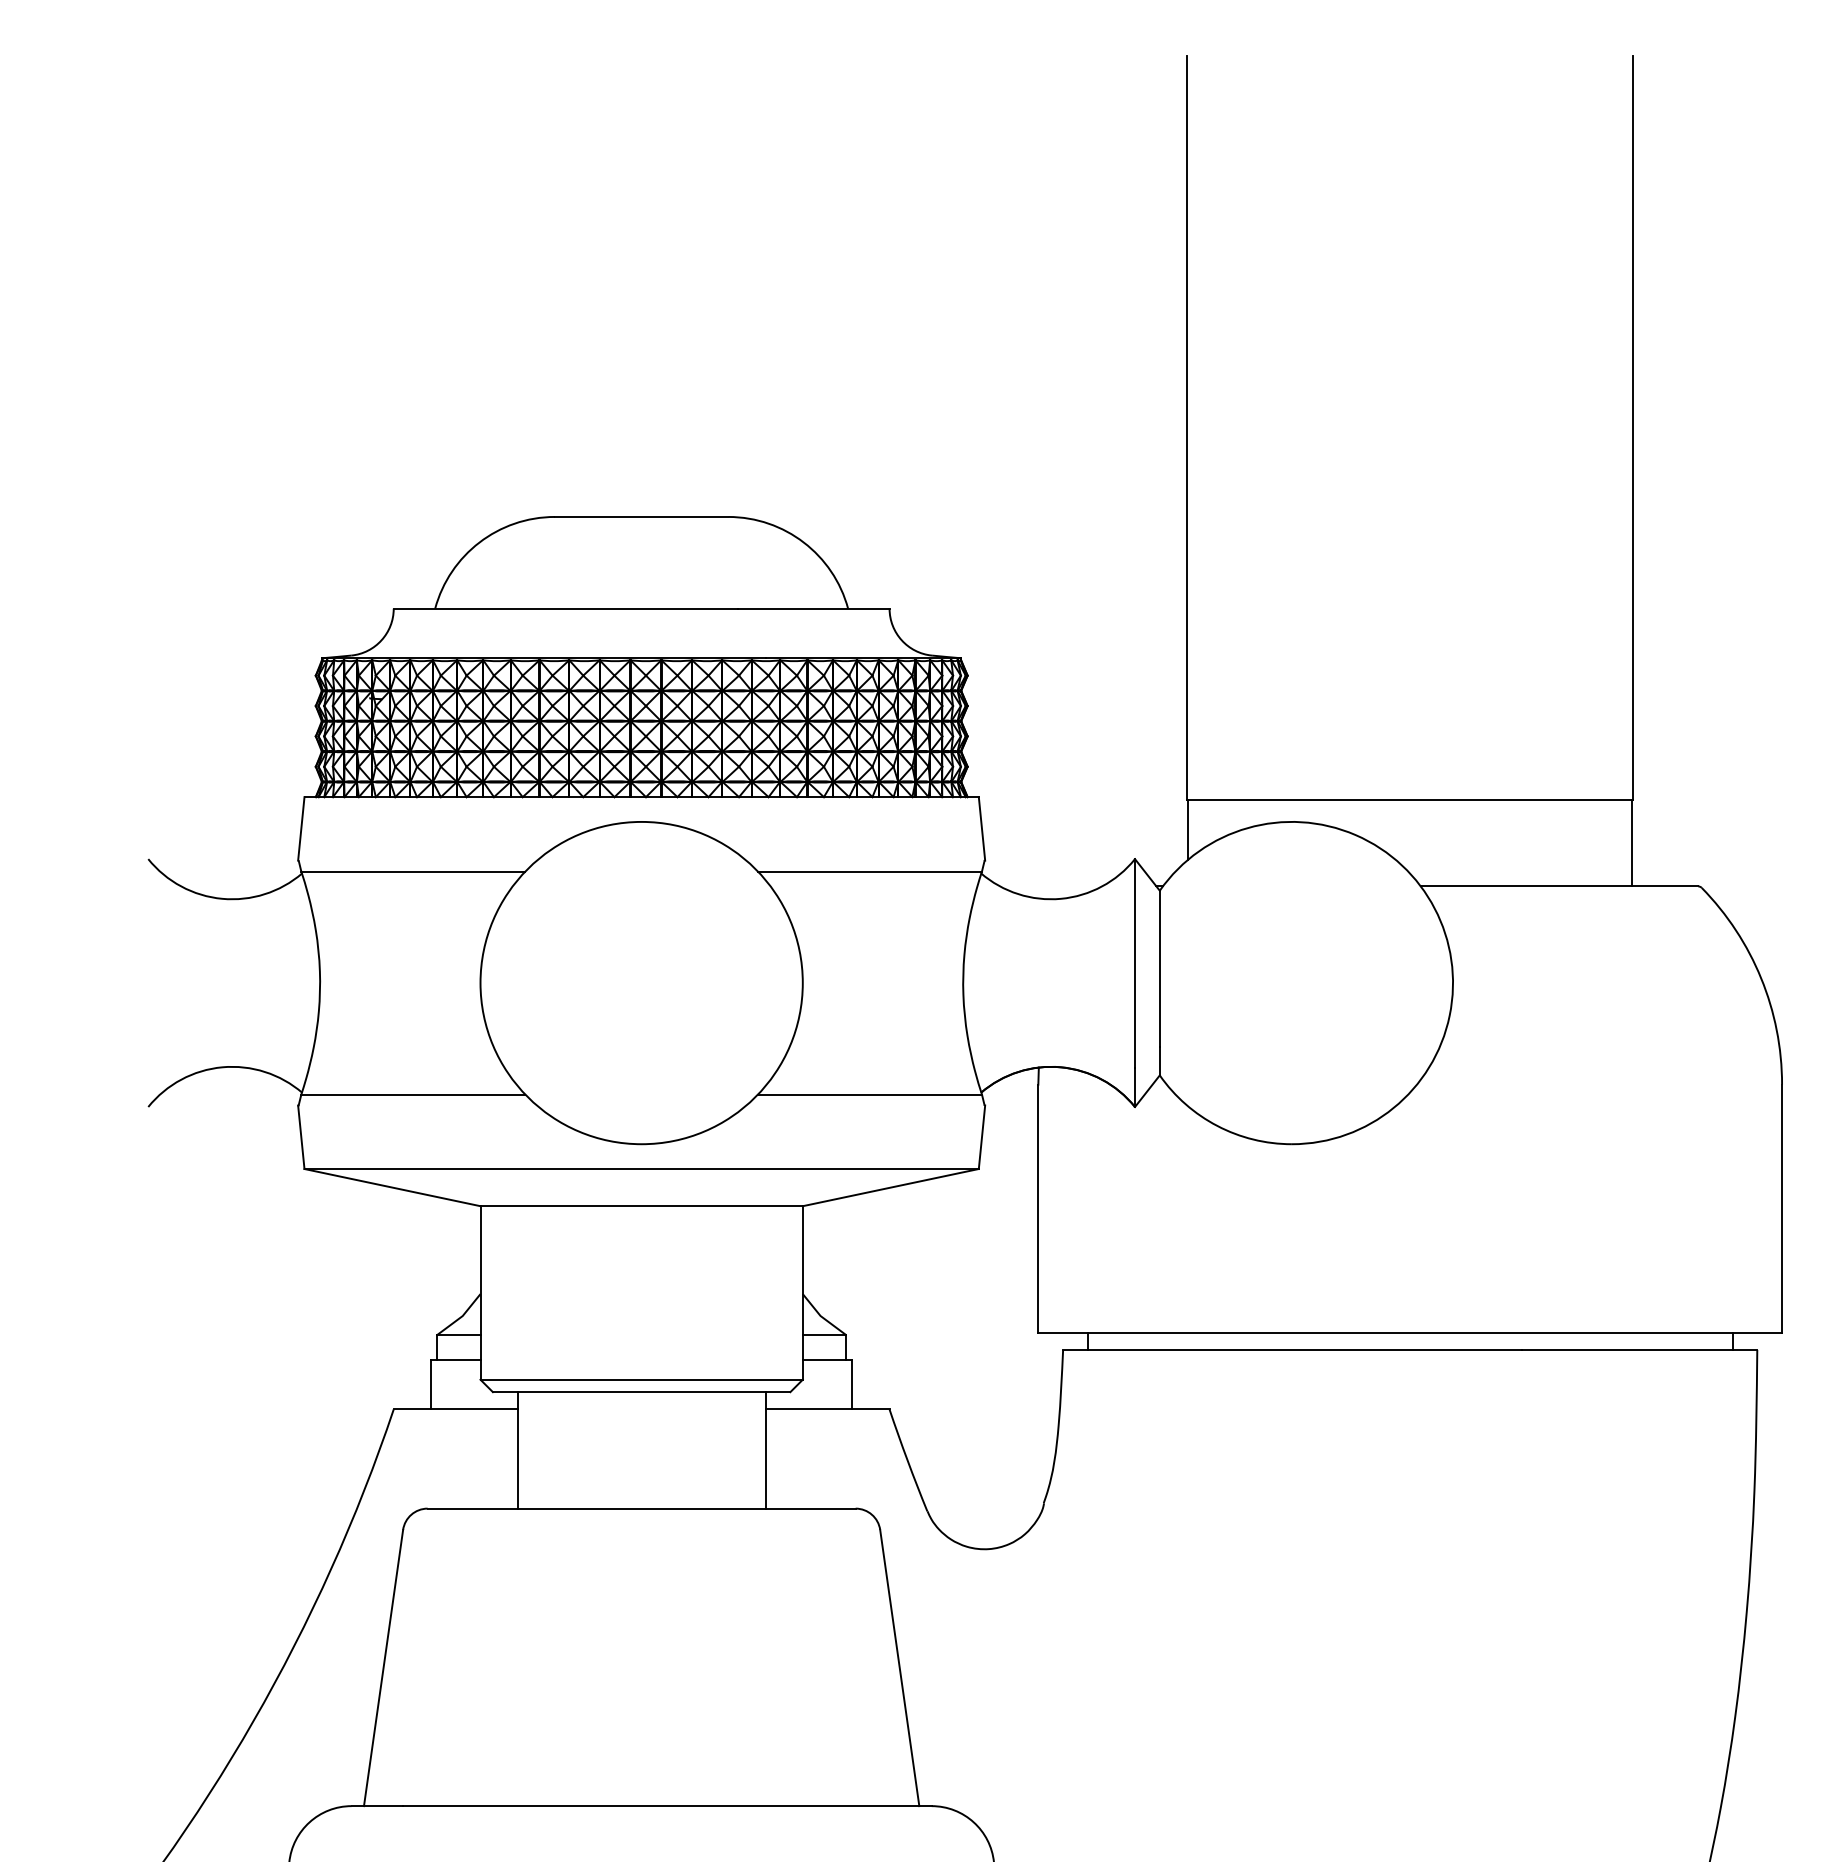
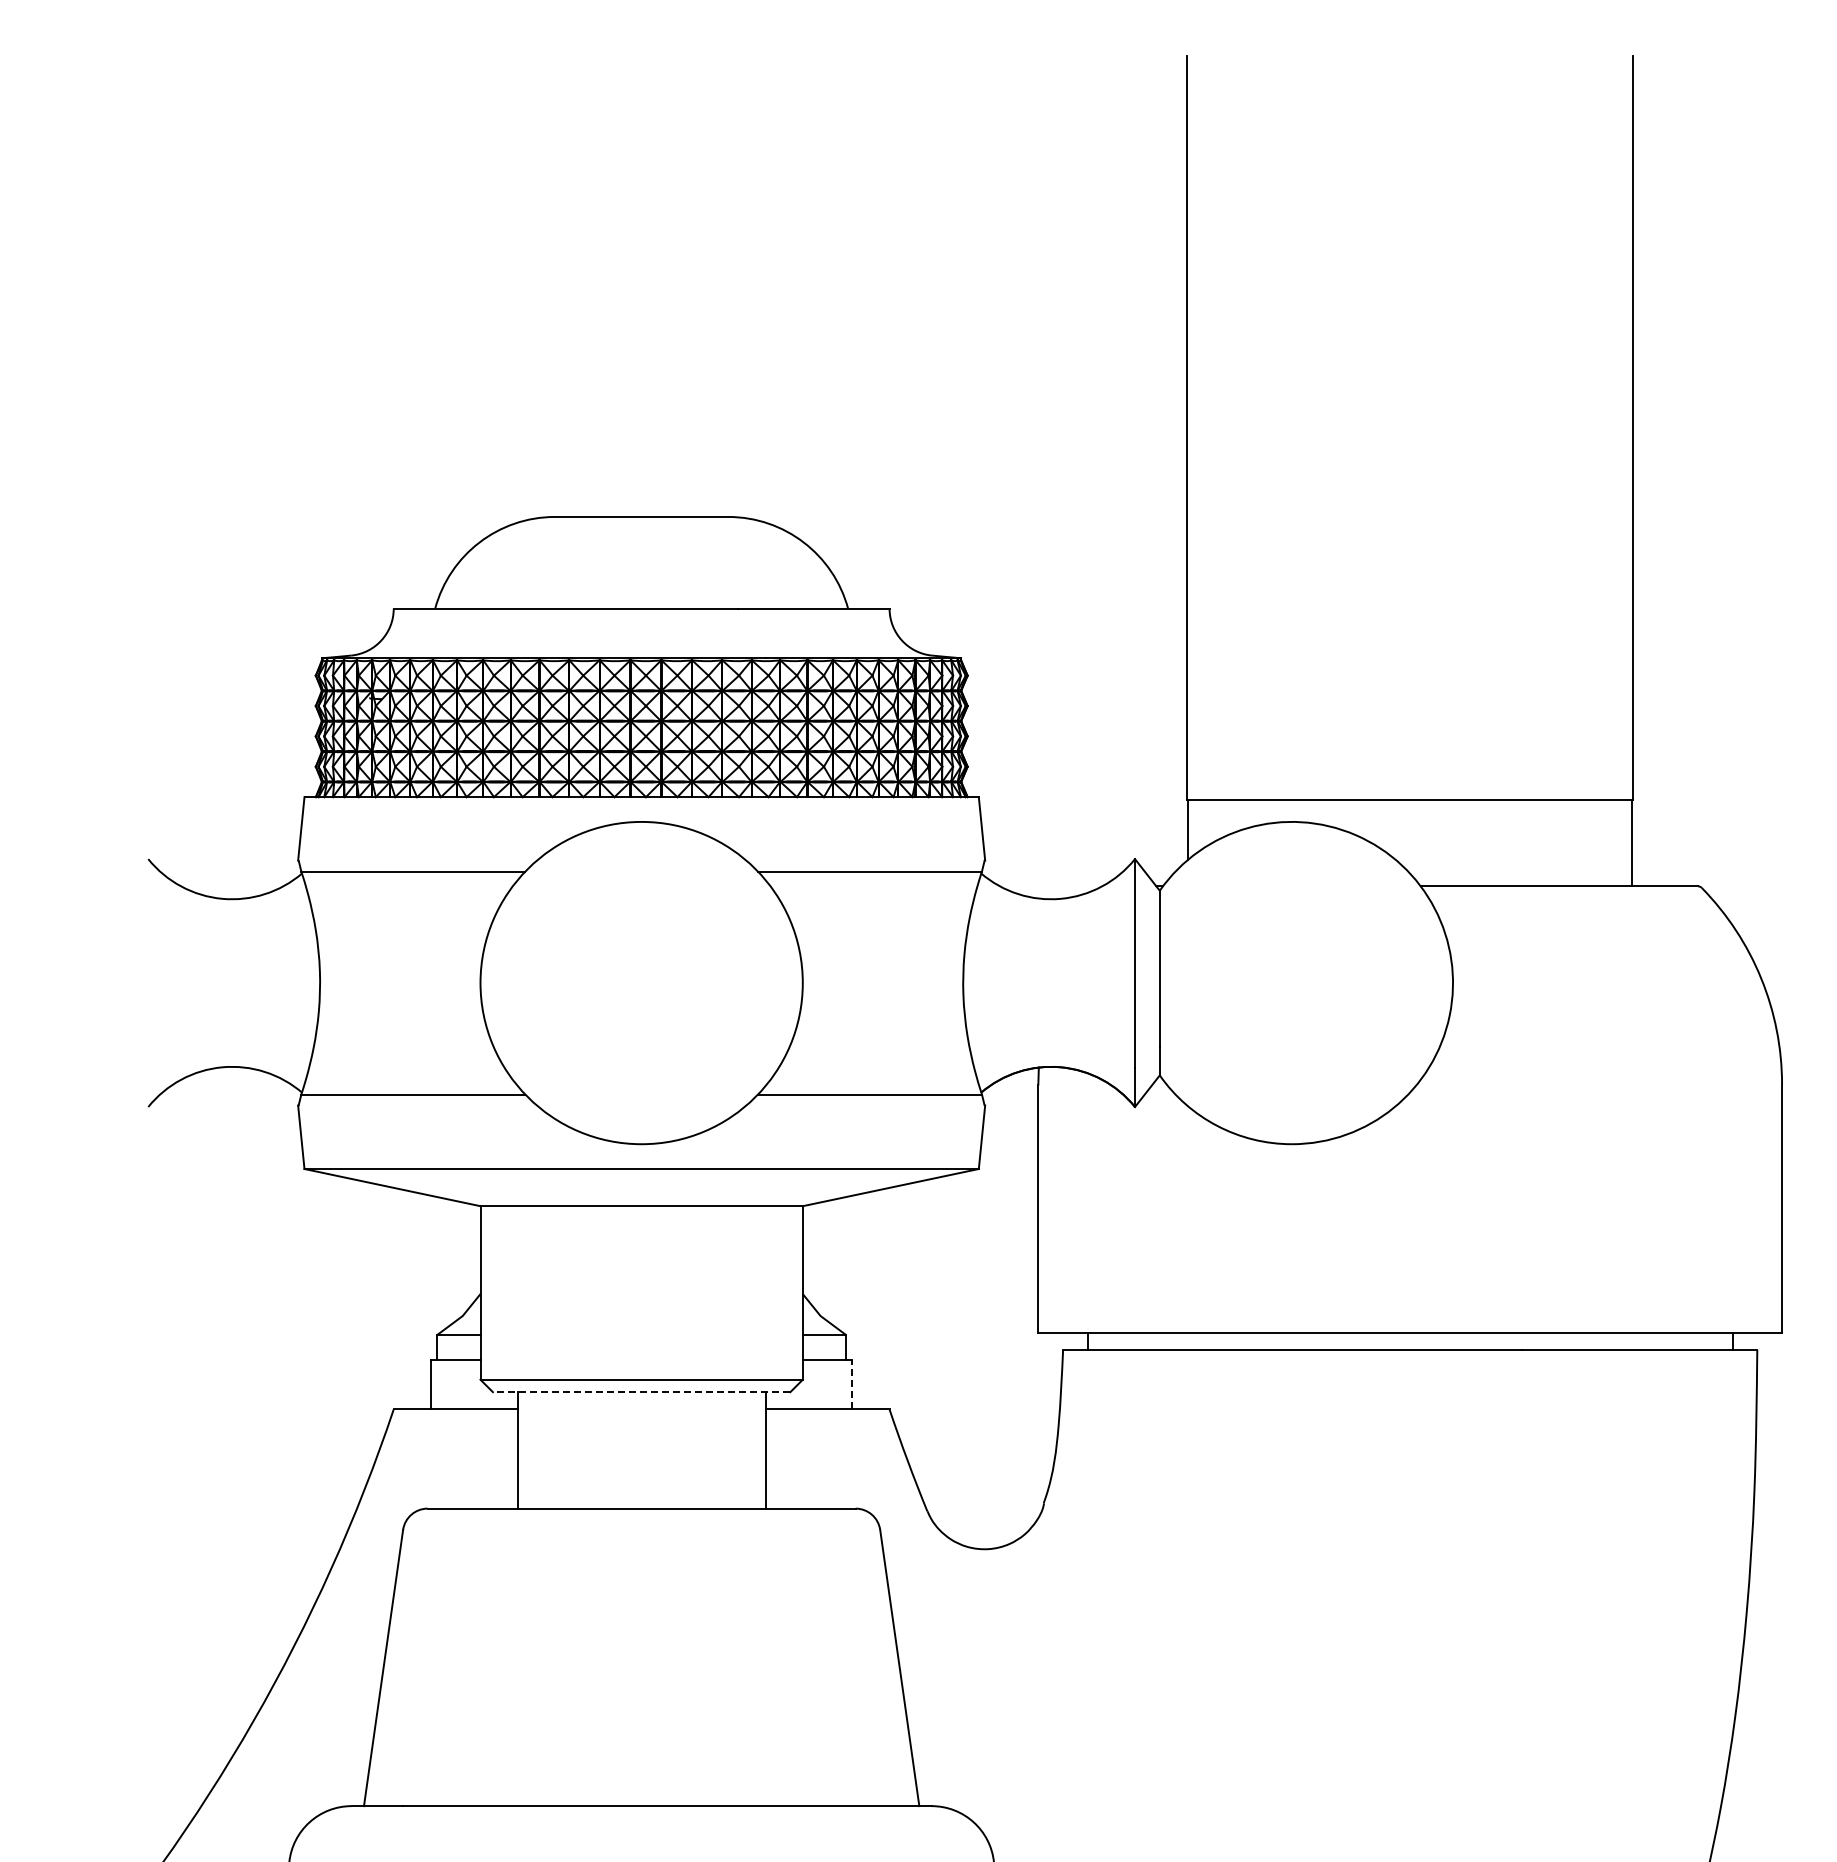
line at (852, 1384): solid -> dashed
line at (641, 1392): solid -> dashed
